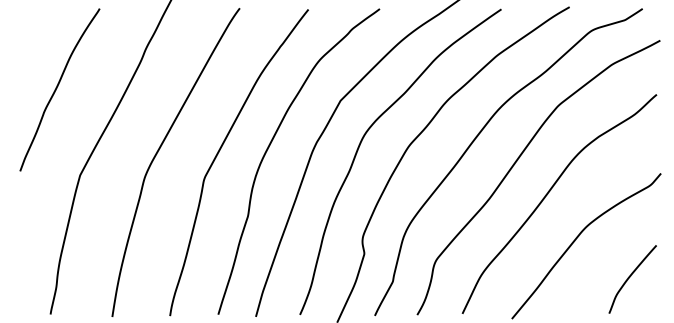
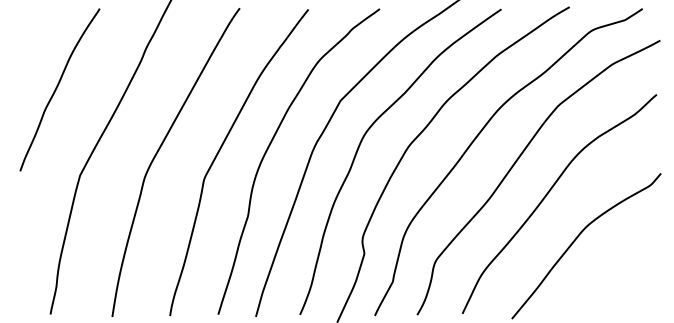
curve at (630, 277): present -> none
